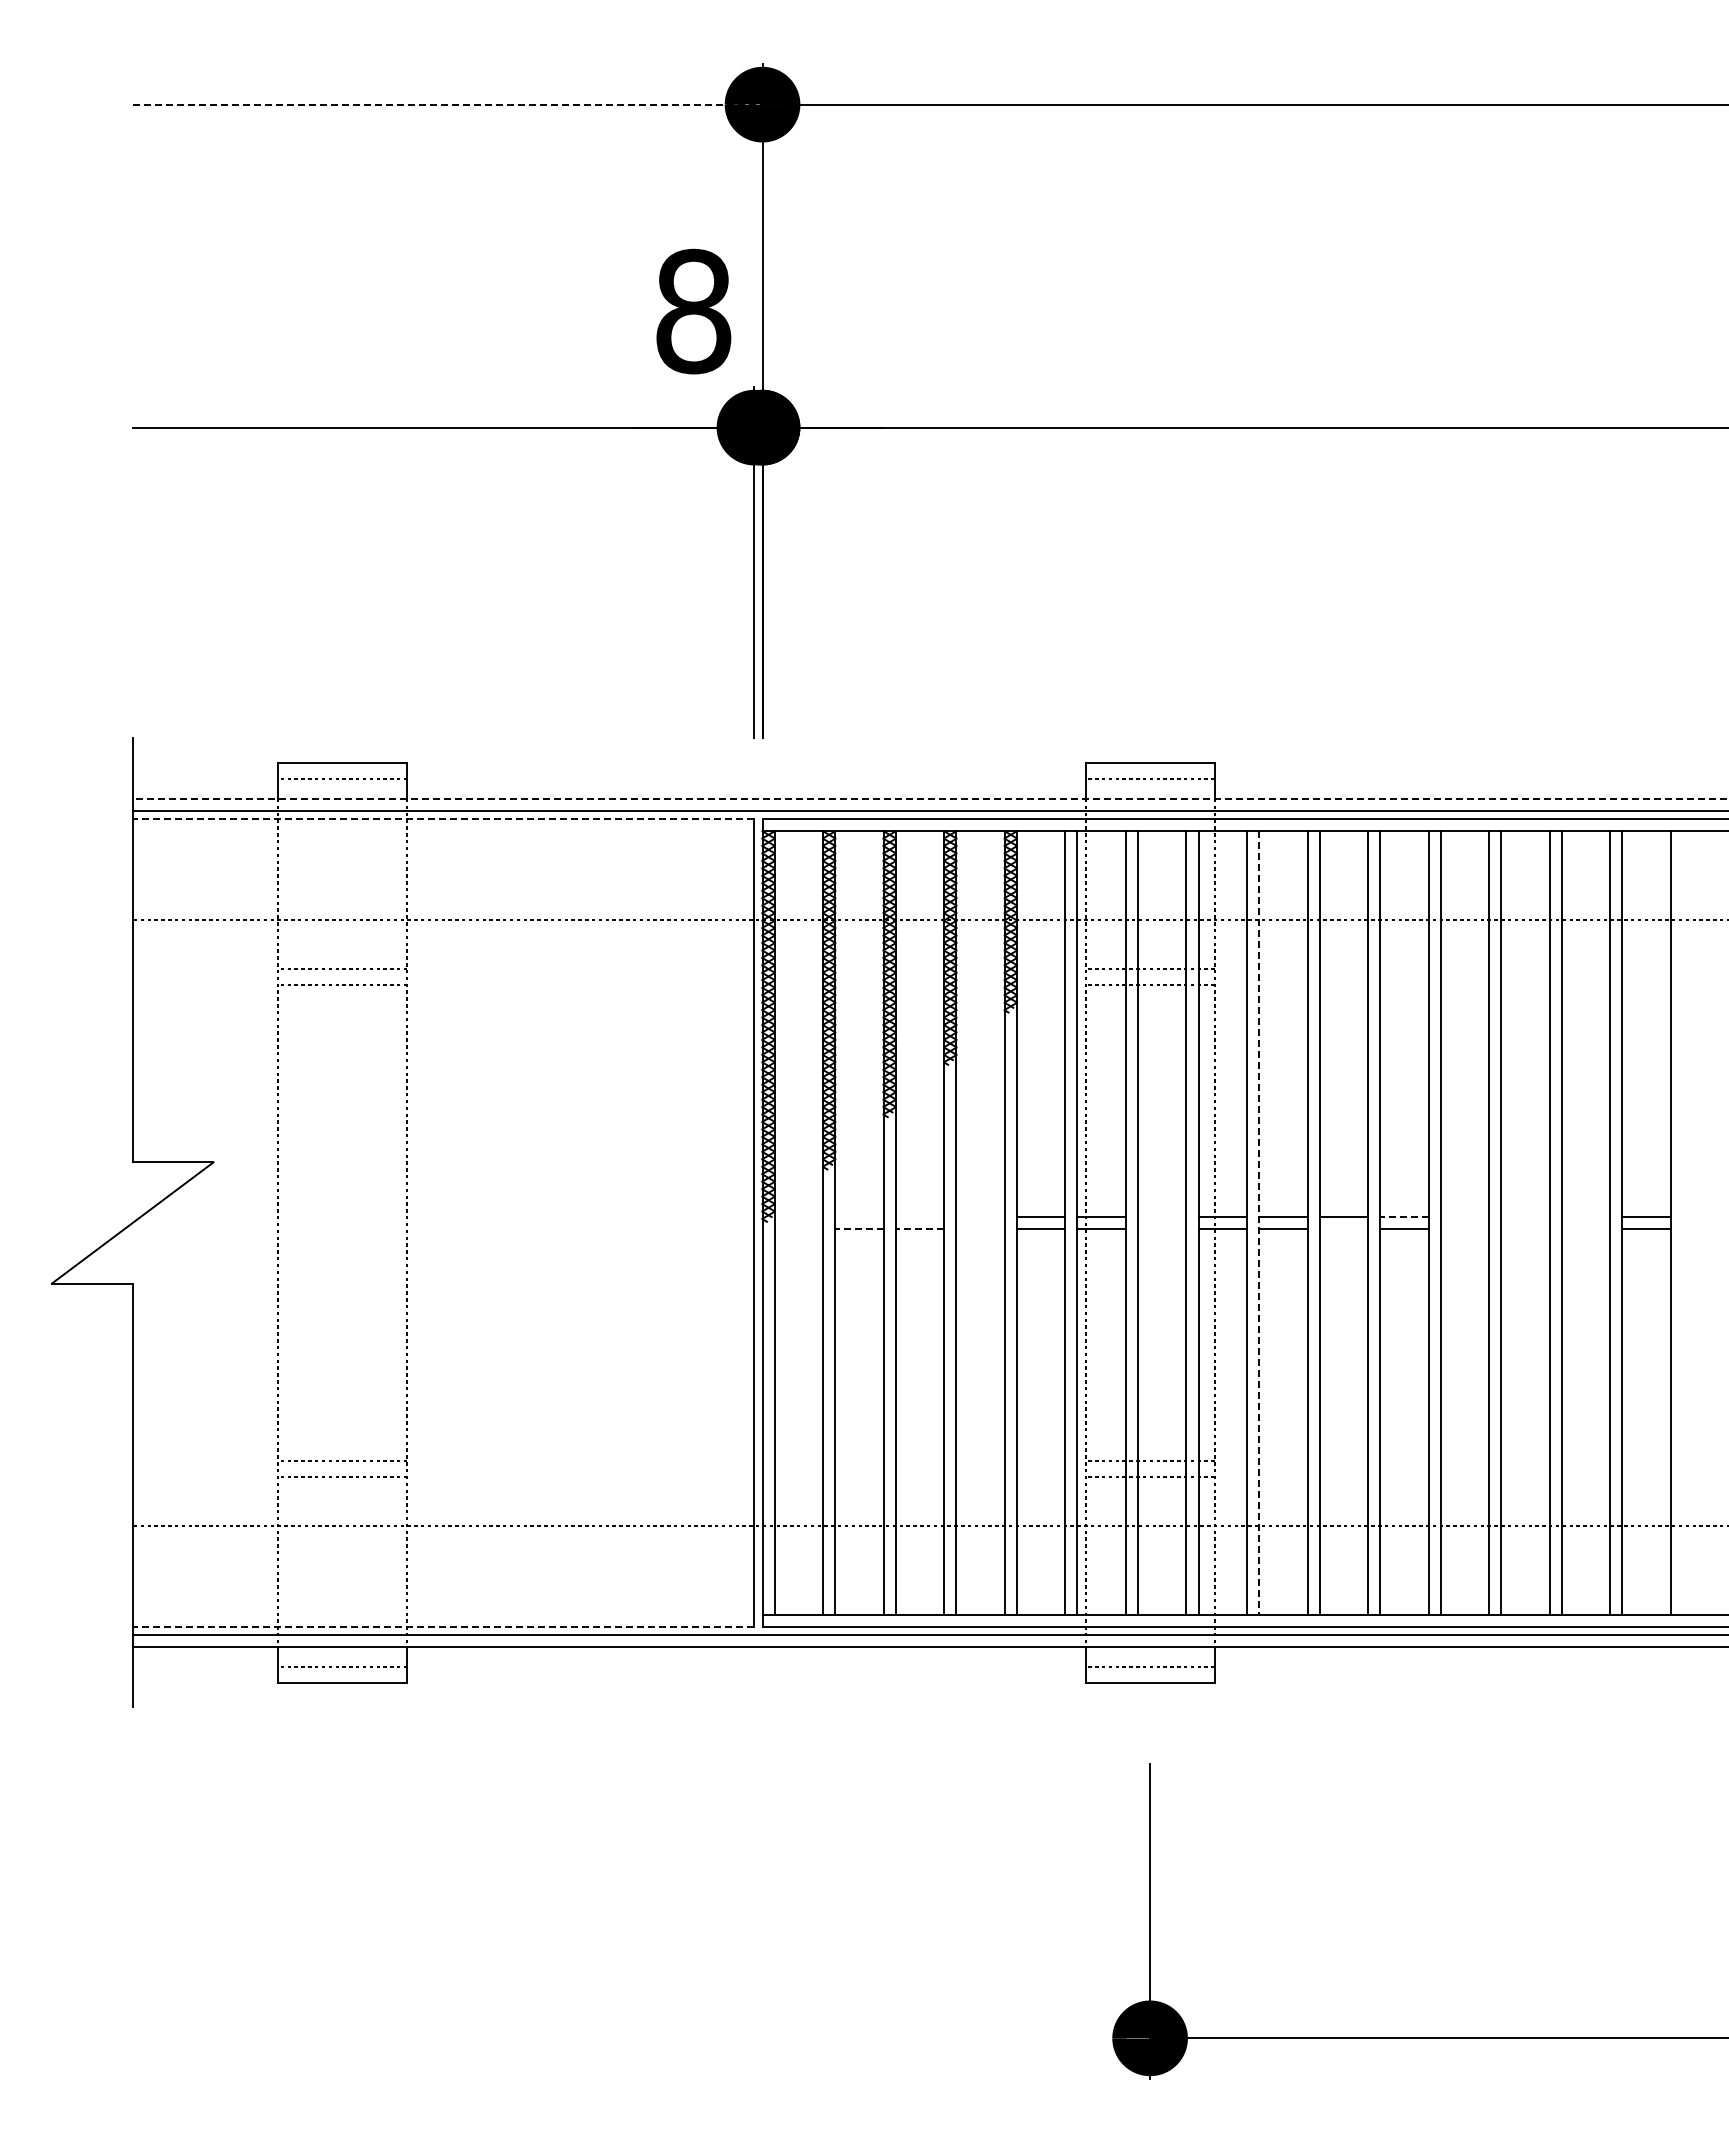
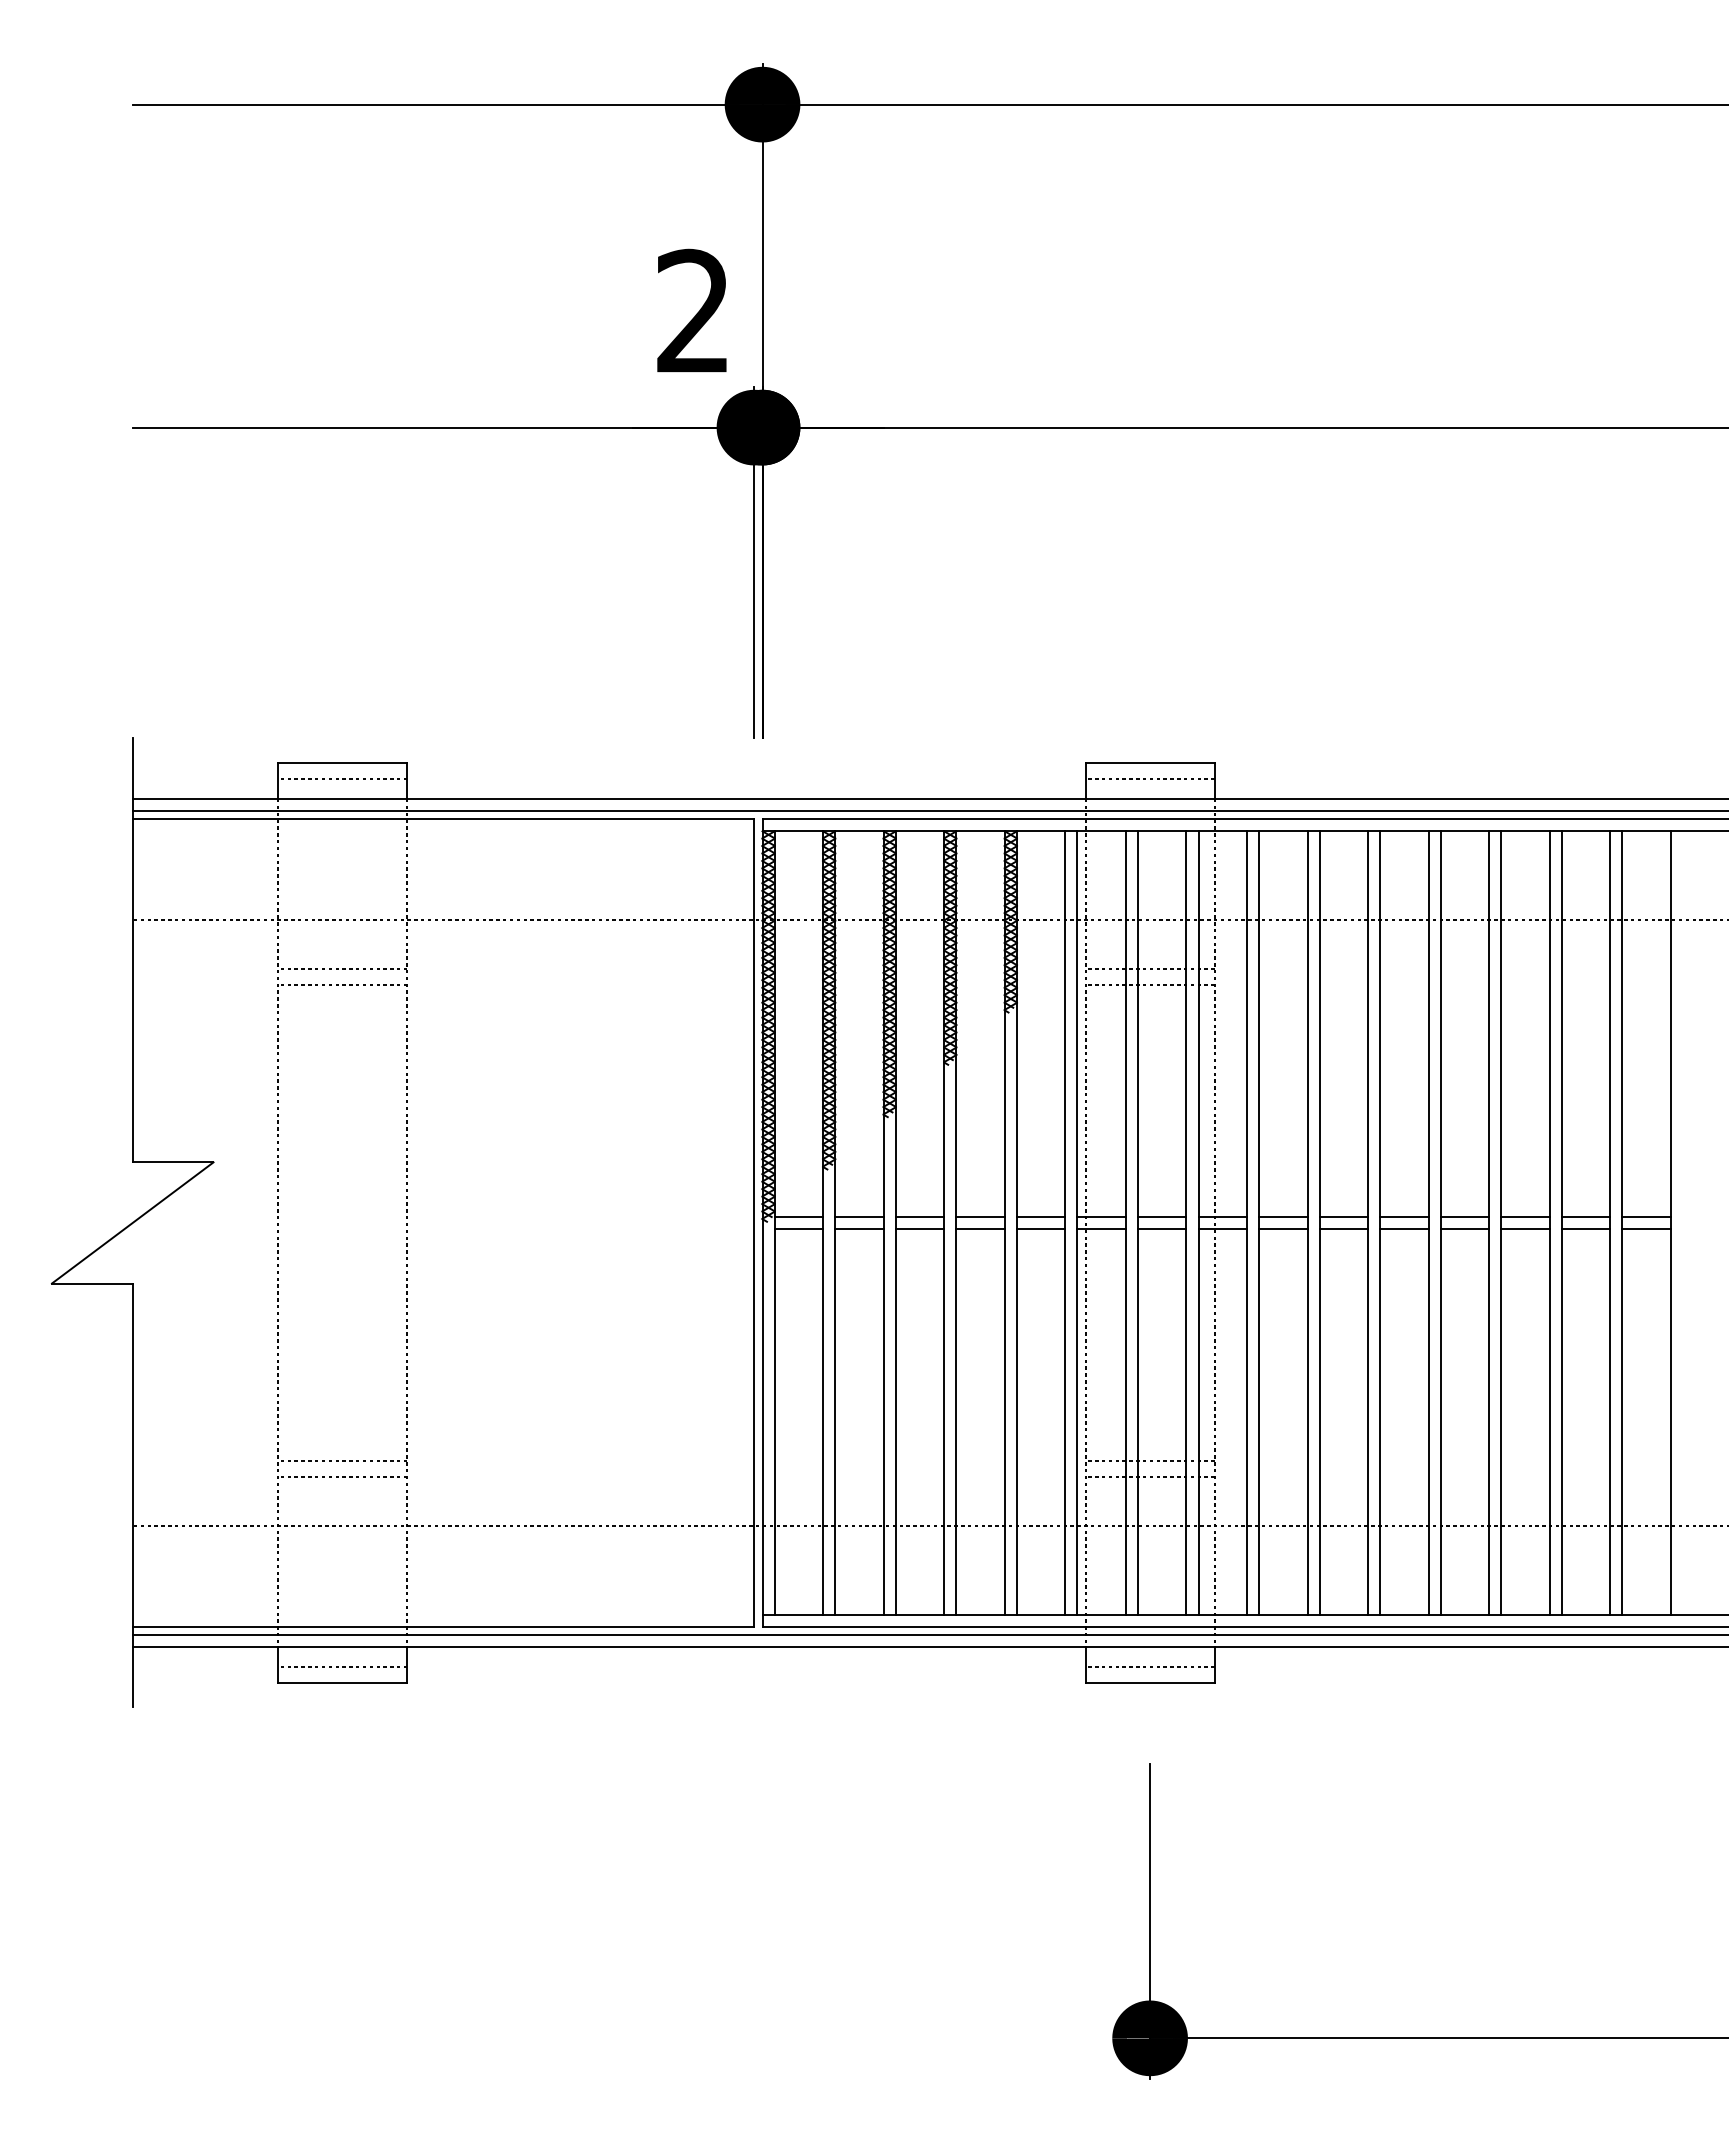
line at (447, 104): dashed -> solid
text at (693, 311): 8 -> 2
line at (930, 799): dashed -> solid
line at (443, 819): dashed -> solid
line at (798, 1216): none -> present
line at (859, 1216): none -> present
line at (919, 1216): none -> present
line at (980, 1216): none -> present
line at (1162, 1216): none -> present
line at (1403, 1216): dashed -> solid
line at (1464, 1216): none -> present
line at (1525, 1216): none -> present
line at (1585, 1216): none -> present
line at (1259, 1222): dashed -> solid
line at (798, 1229): none -> present
line at (858, 1229): dashed -> solid
line at (919, 1229): dashed -> solid
line at (980, 1229): none -> present
line at (1162, 1229): none -> present
line at (1343, 1229): none -> present
line at (1464, 1229): none -> present
line at (1525, 1229): none -> present
line at (1585, 1229): none -> present
line at (443, 1626): dashed -> solid
